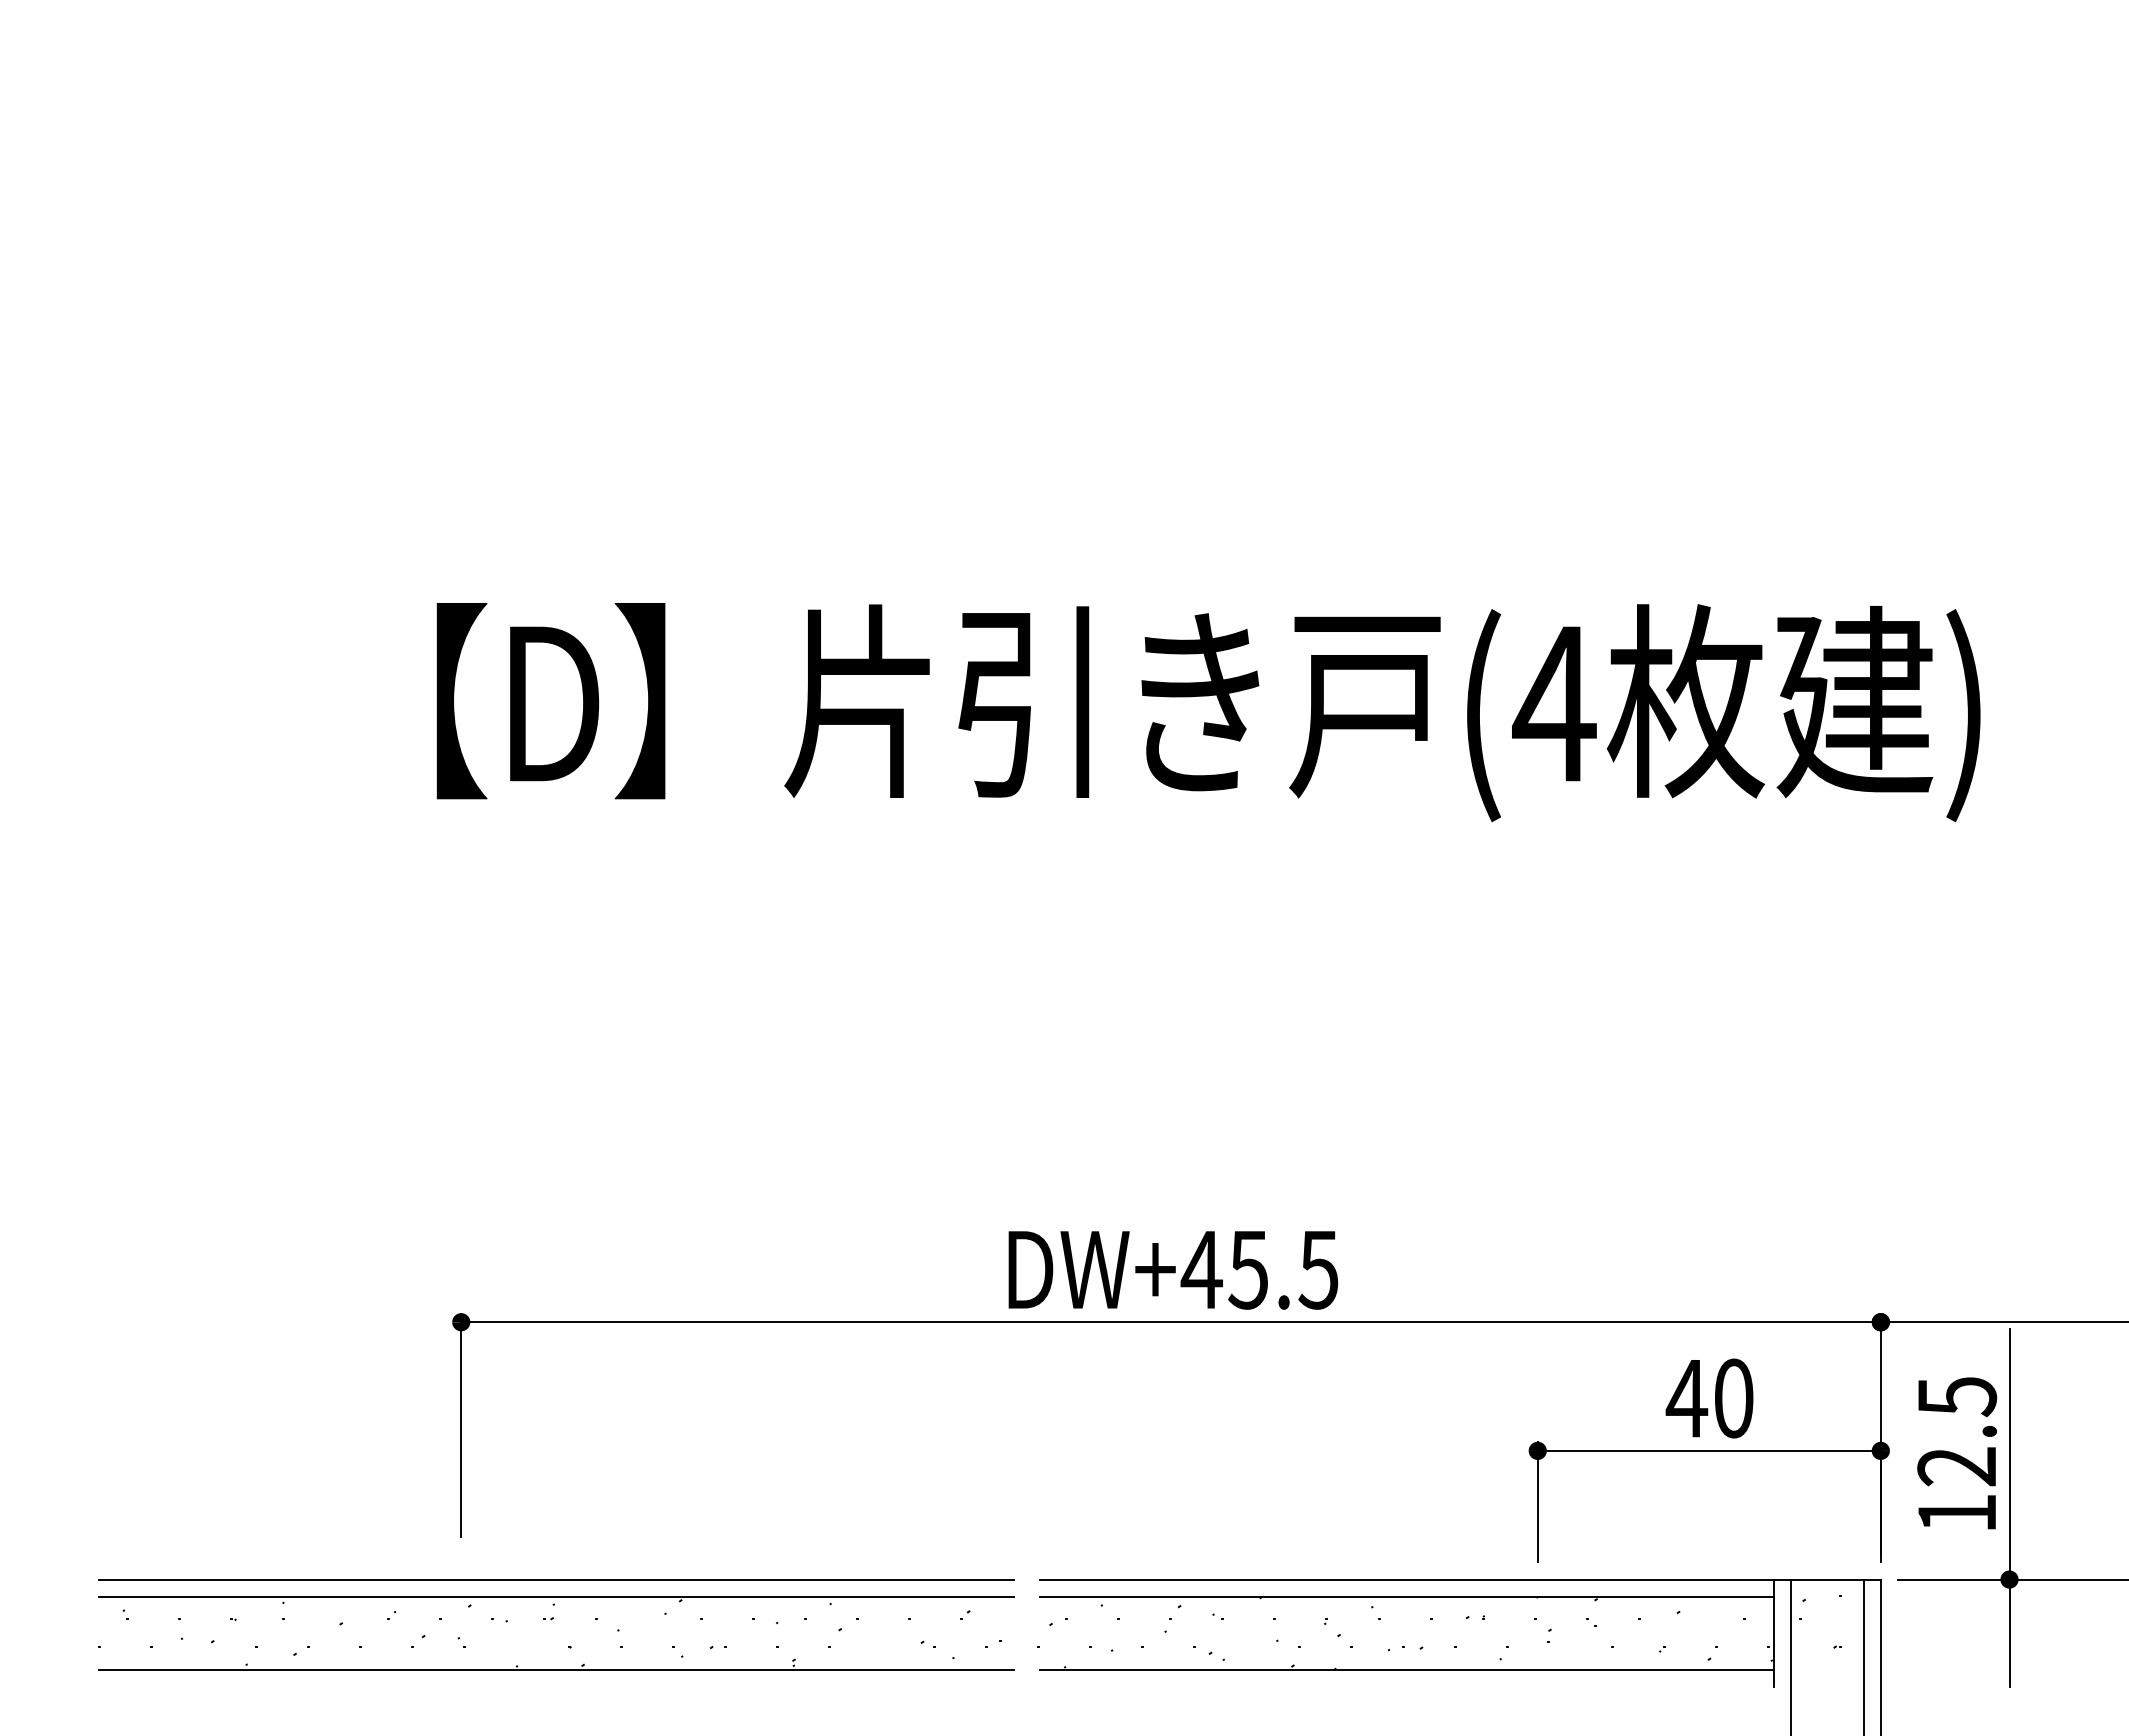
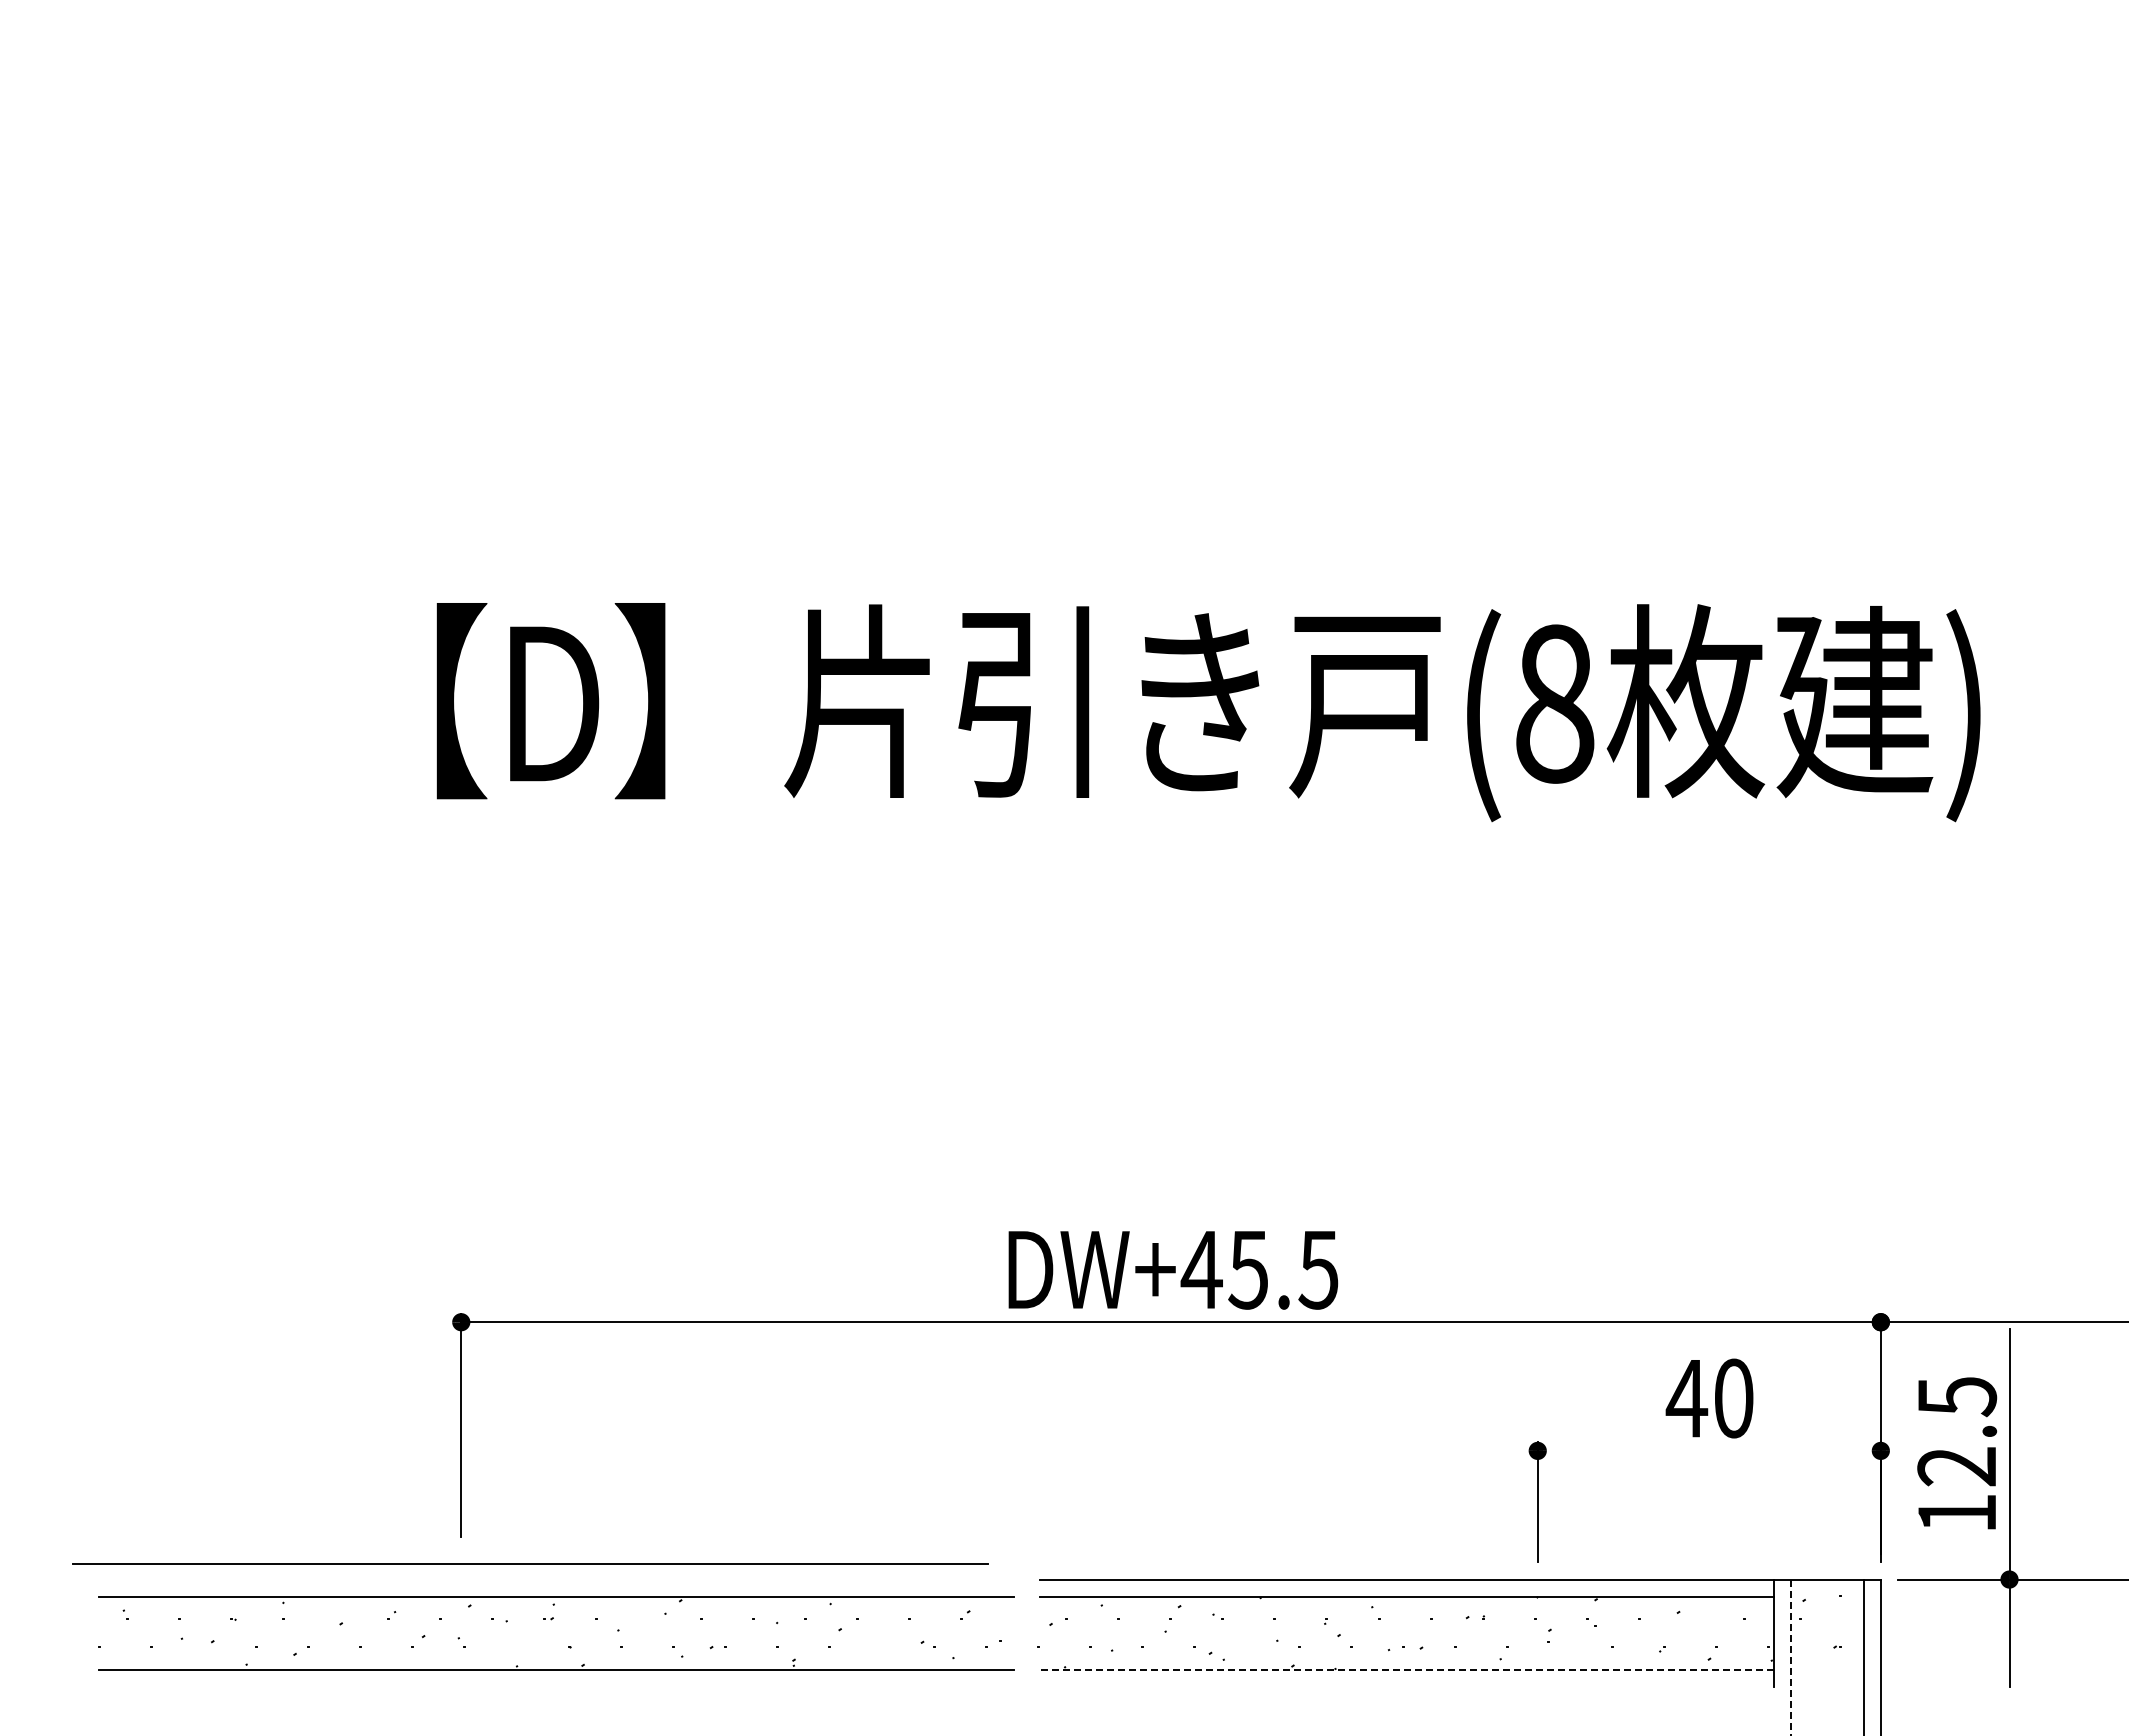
text at (1554, 703): (4 -> (8
line at (1708, 1450): present -> none
line at (556, 1579) position: (556, 1579) -> (530, 1563)
line at (1790, 1657): solid -> dashed
line at (1406, 1669): solid -> dashed
